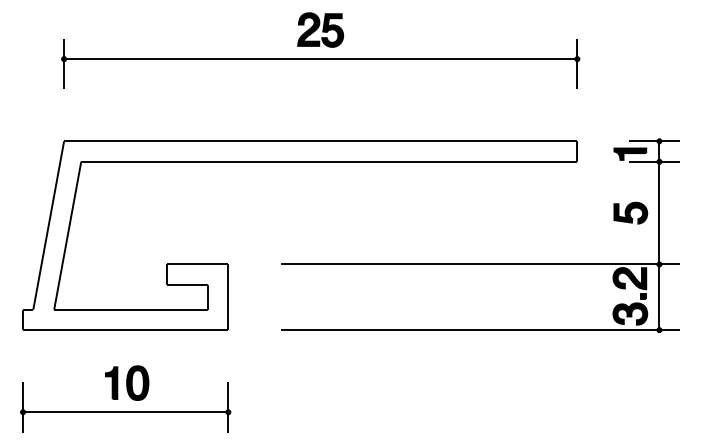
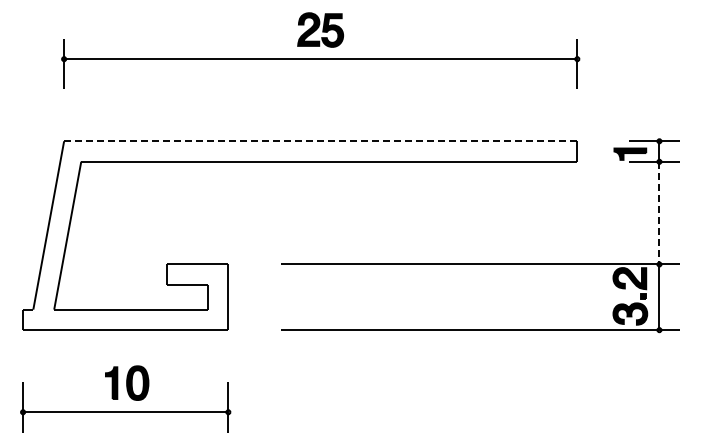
line at (320, 141): solid -> dashed
part at (630, 212): present -> none
line at (659, 213): solid -> dashed
